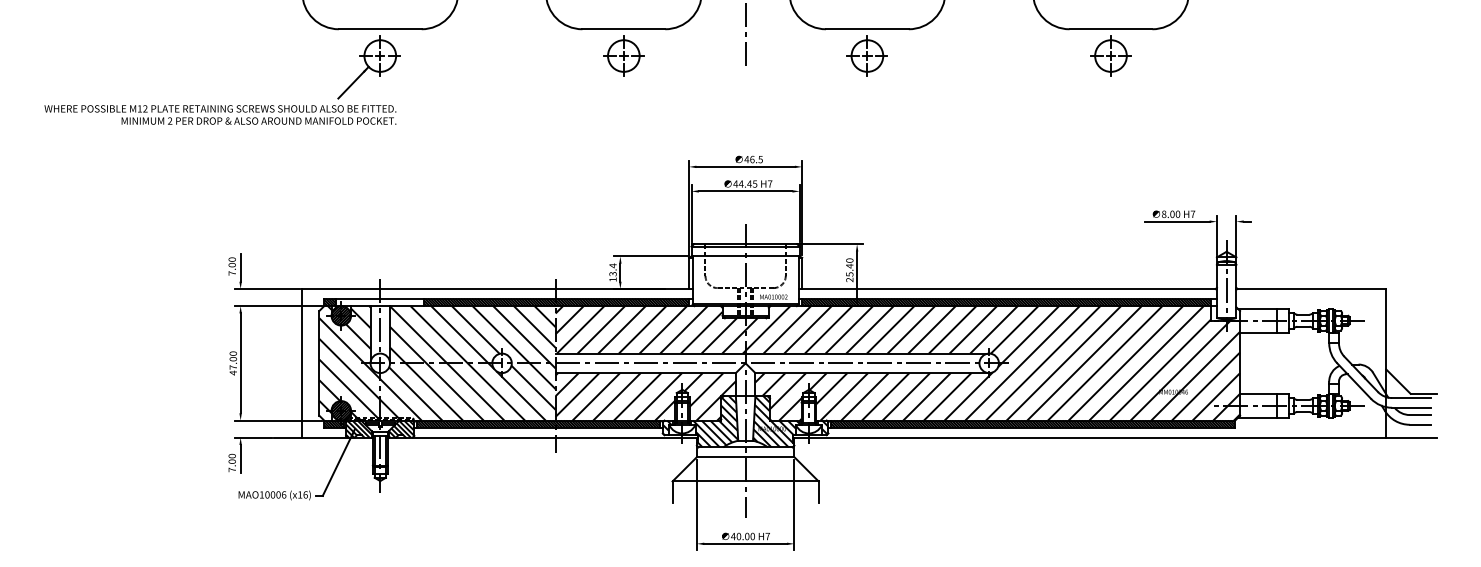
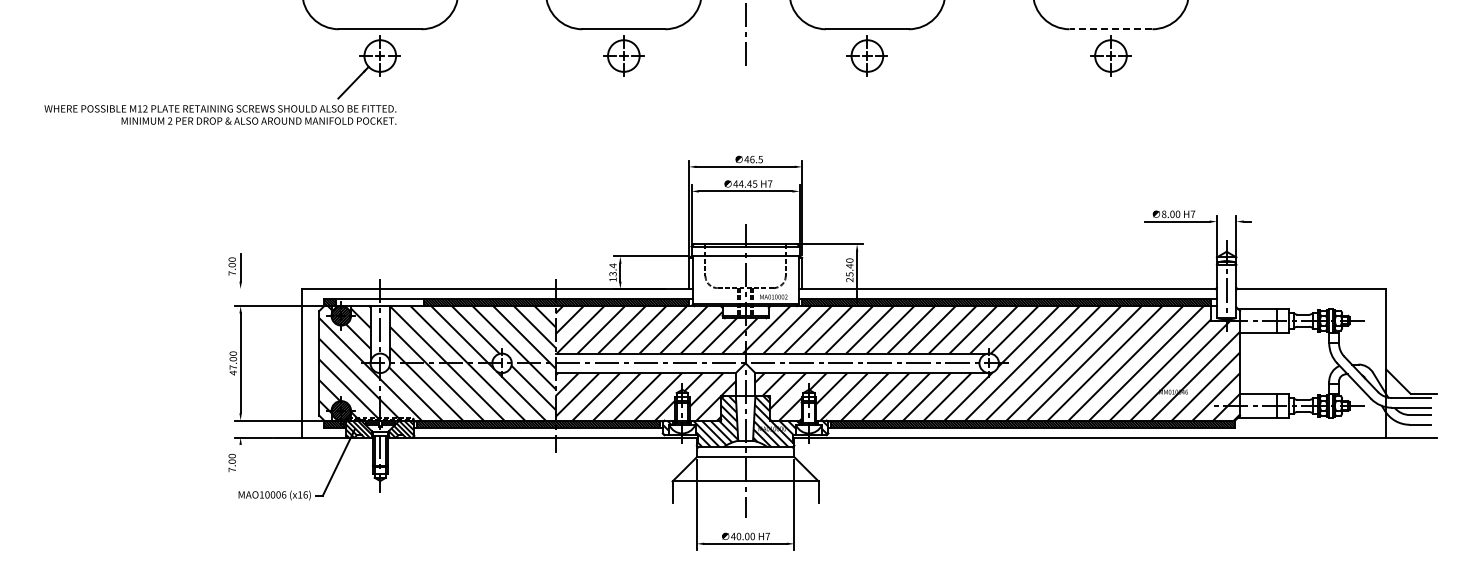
line at (1110, 29): solid -> dashed
line at (266, 289): present -> none
line at (240, 458): present -> none
